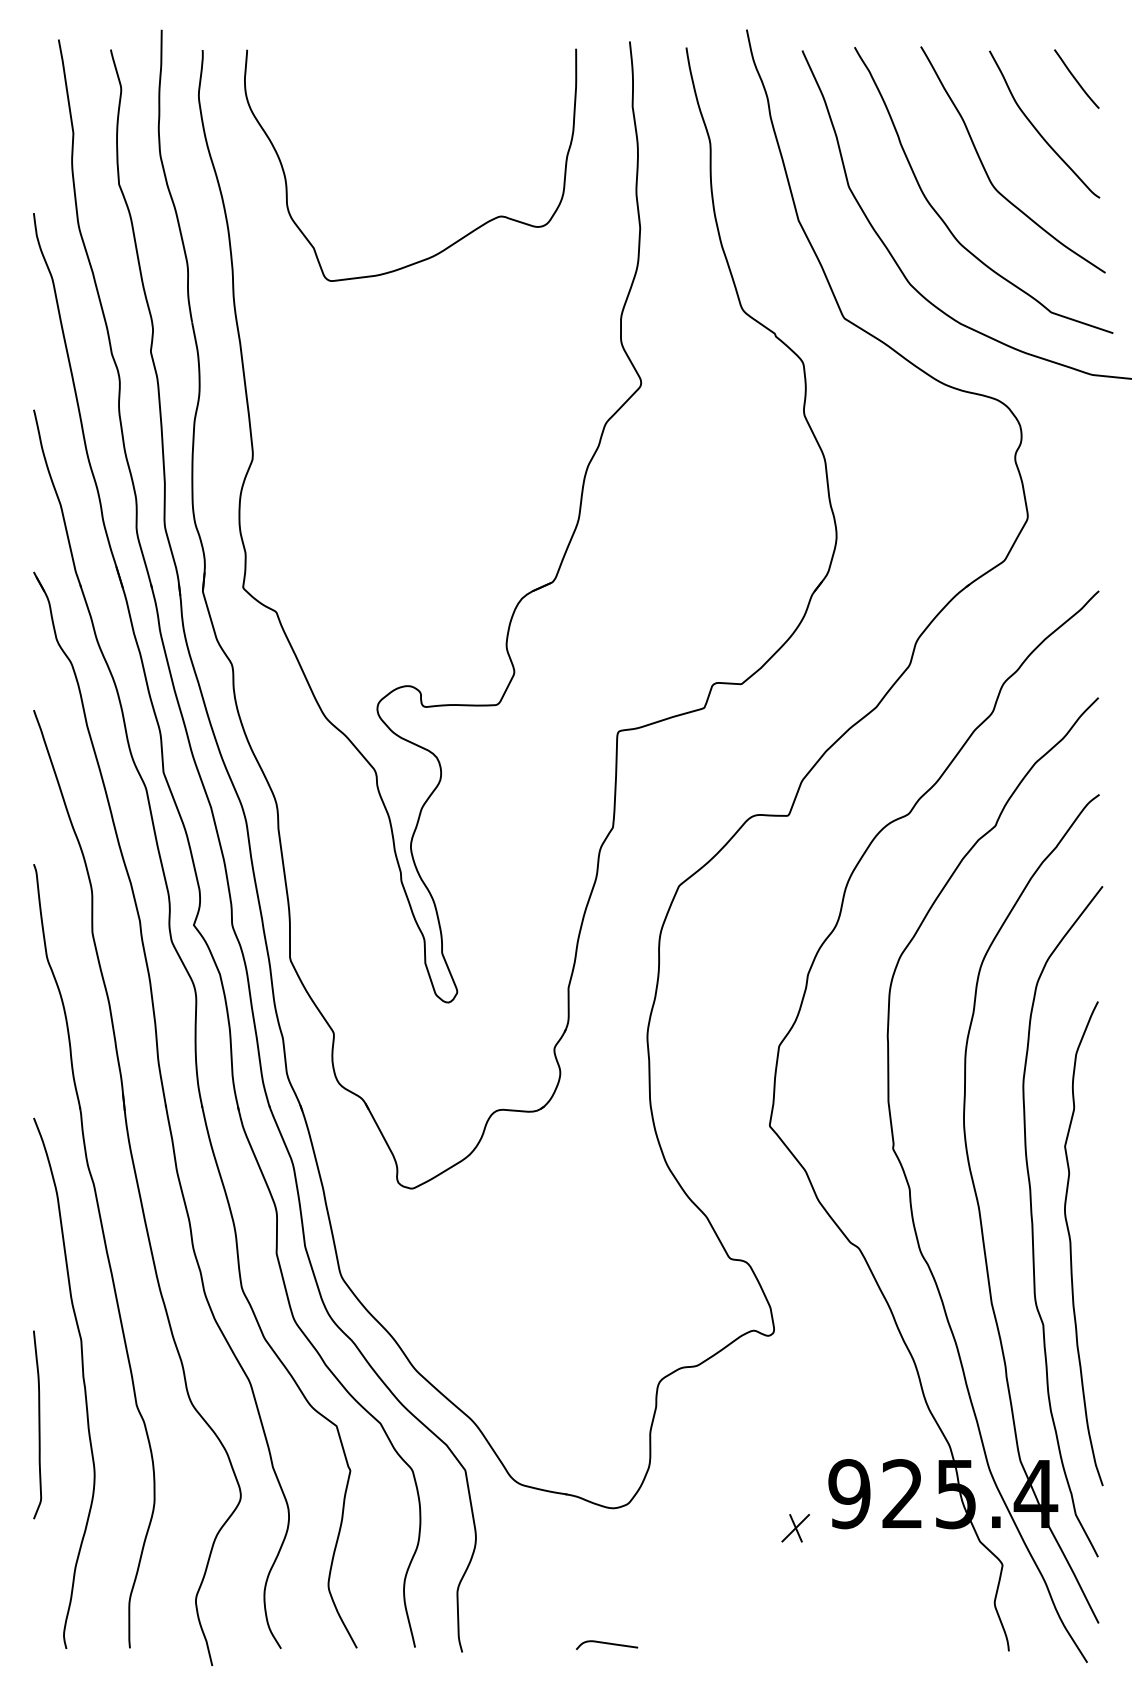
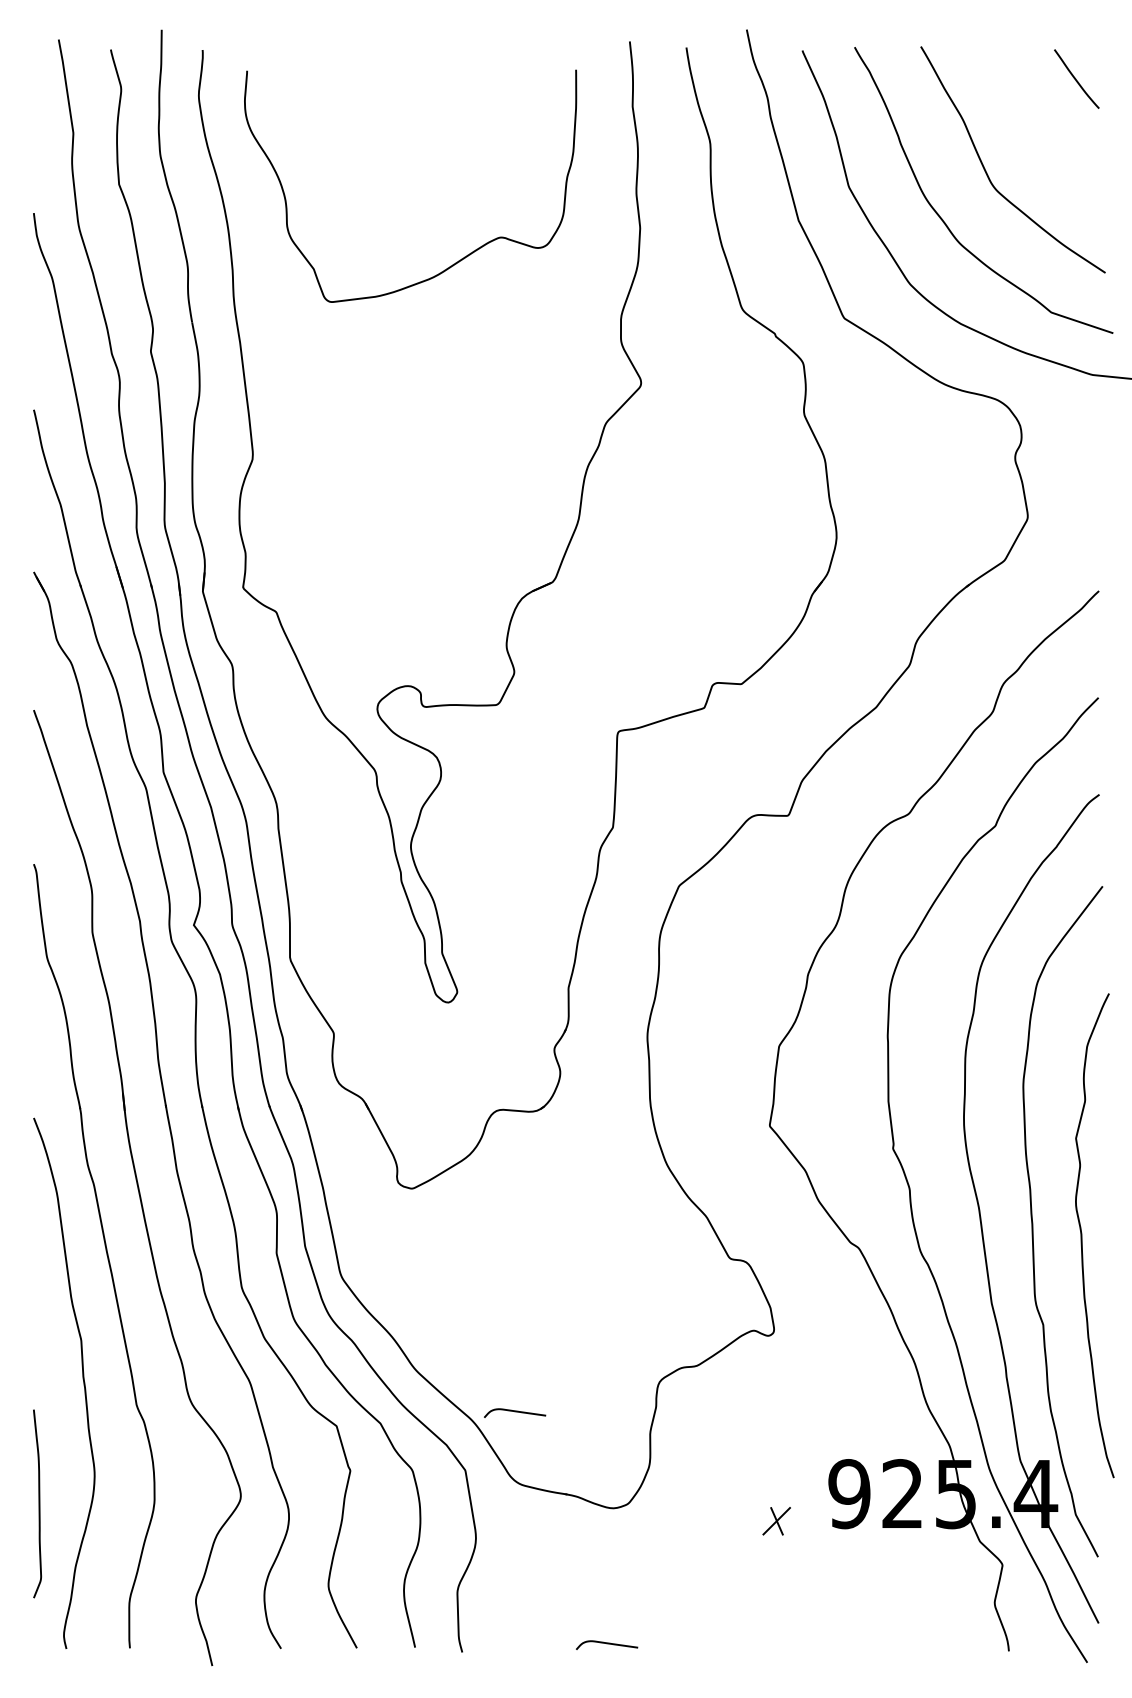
curve at (1038, 130): present -> none
curve at (458, 239) position: (458, 239) -> (458, 260)
curve at (1071, 1243) position: (1071, 1243) -> (1082, 1235)
curve at (515, 1412): none -> present
curve at (38, 1424) position: (38, 1424) -> (38, 1503)
part at (795, 1528) position: (795, 1528) -> (776, 1521)
